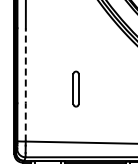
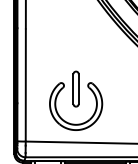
line at (25, 84): dashed -> solid
part at (76, 123): none -> present
